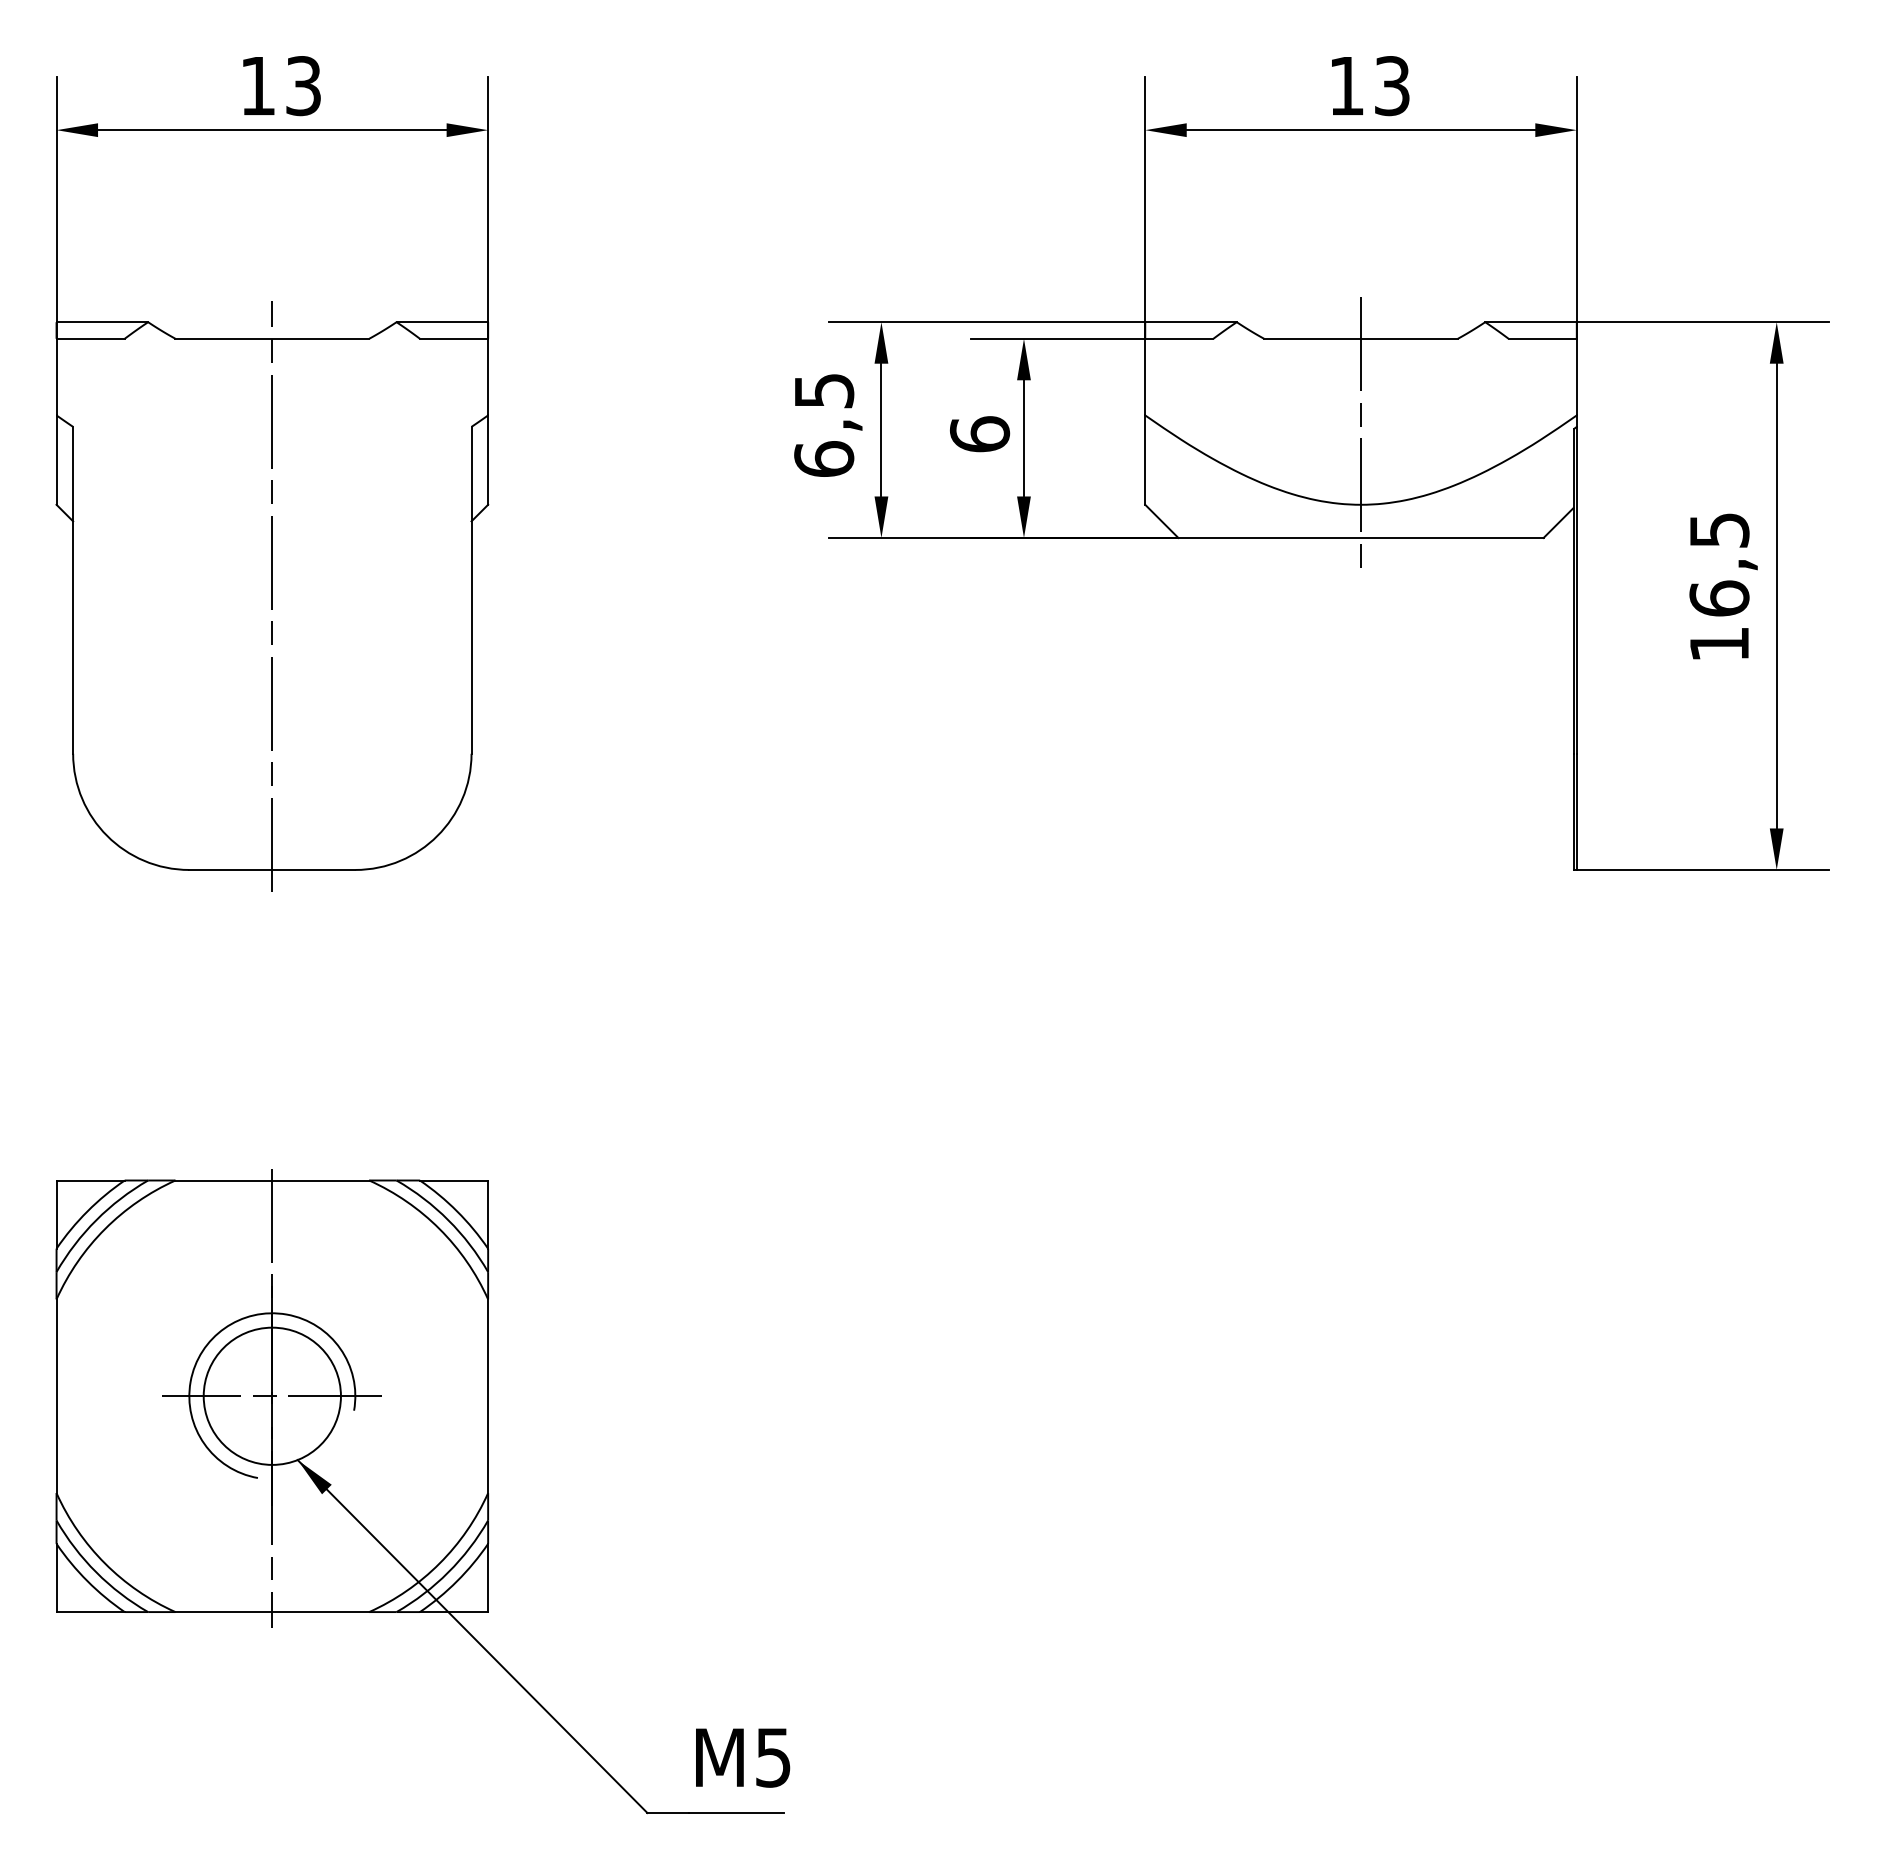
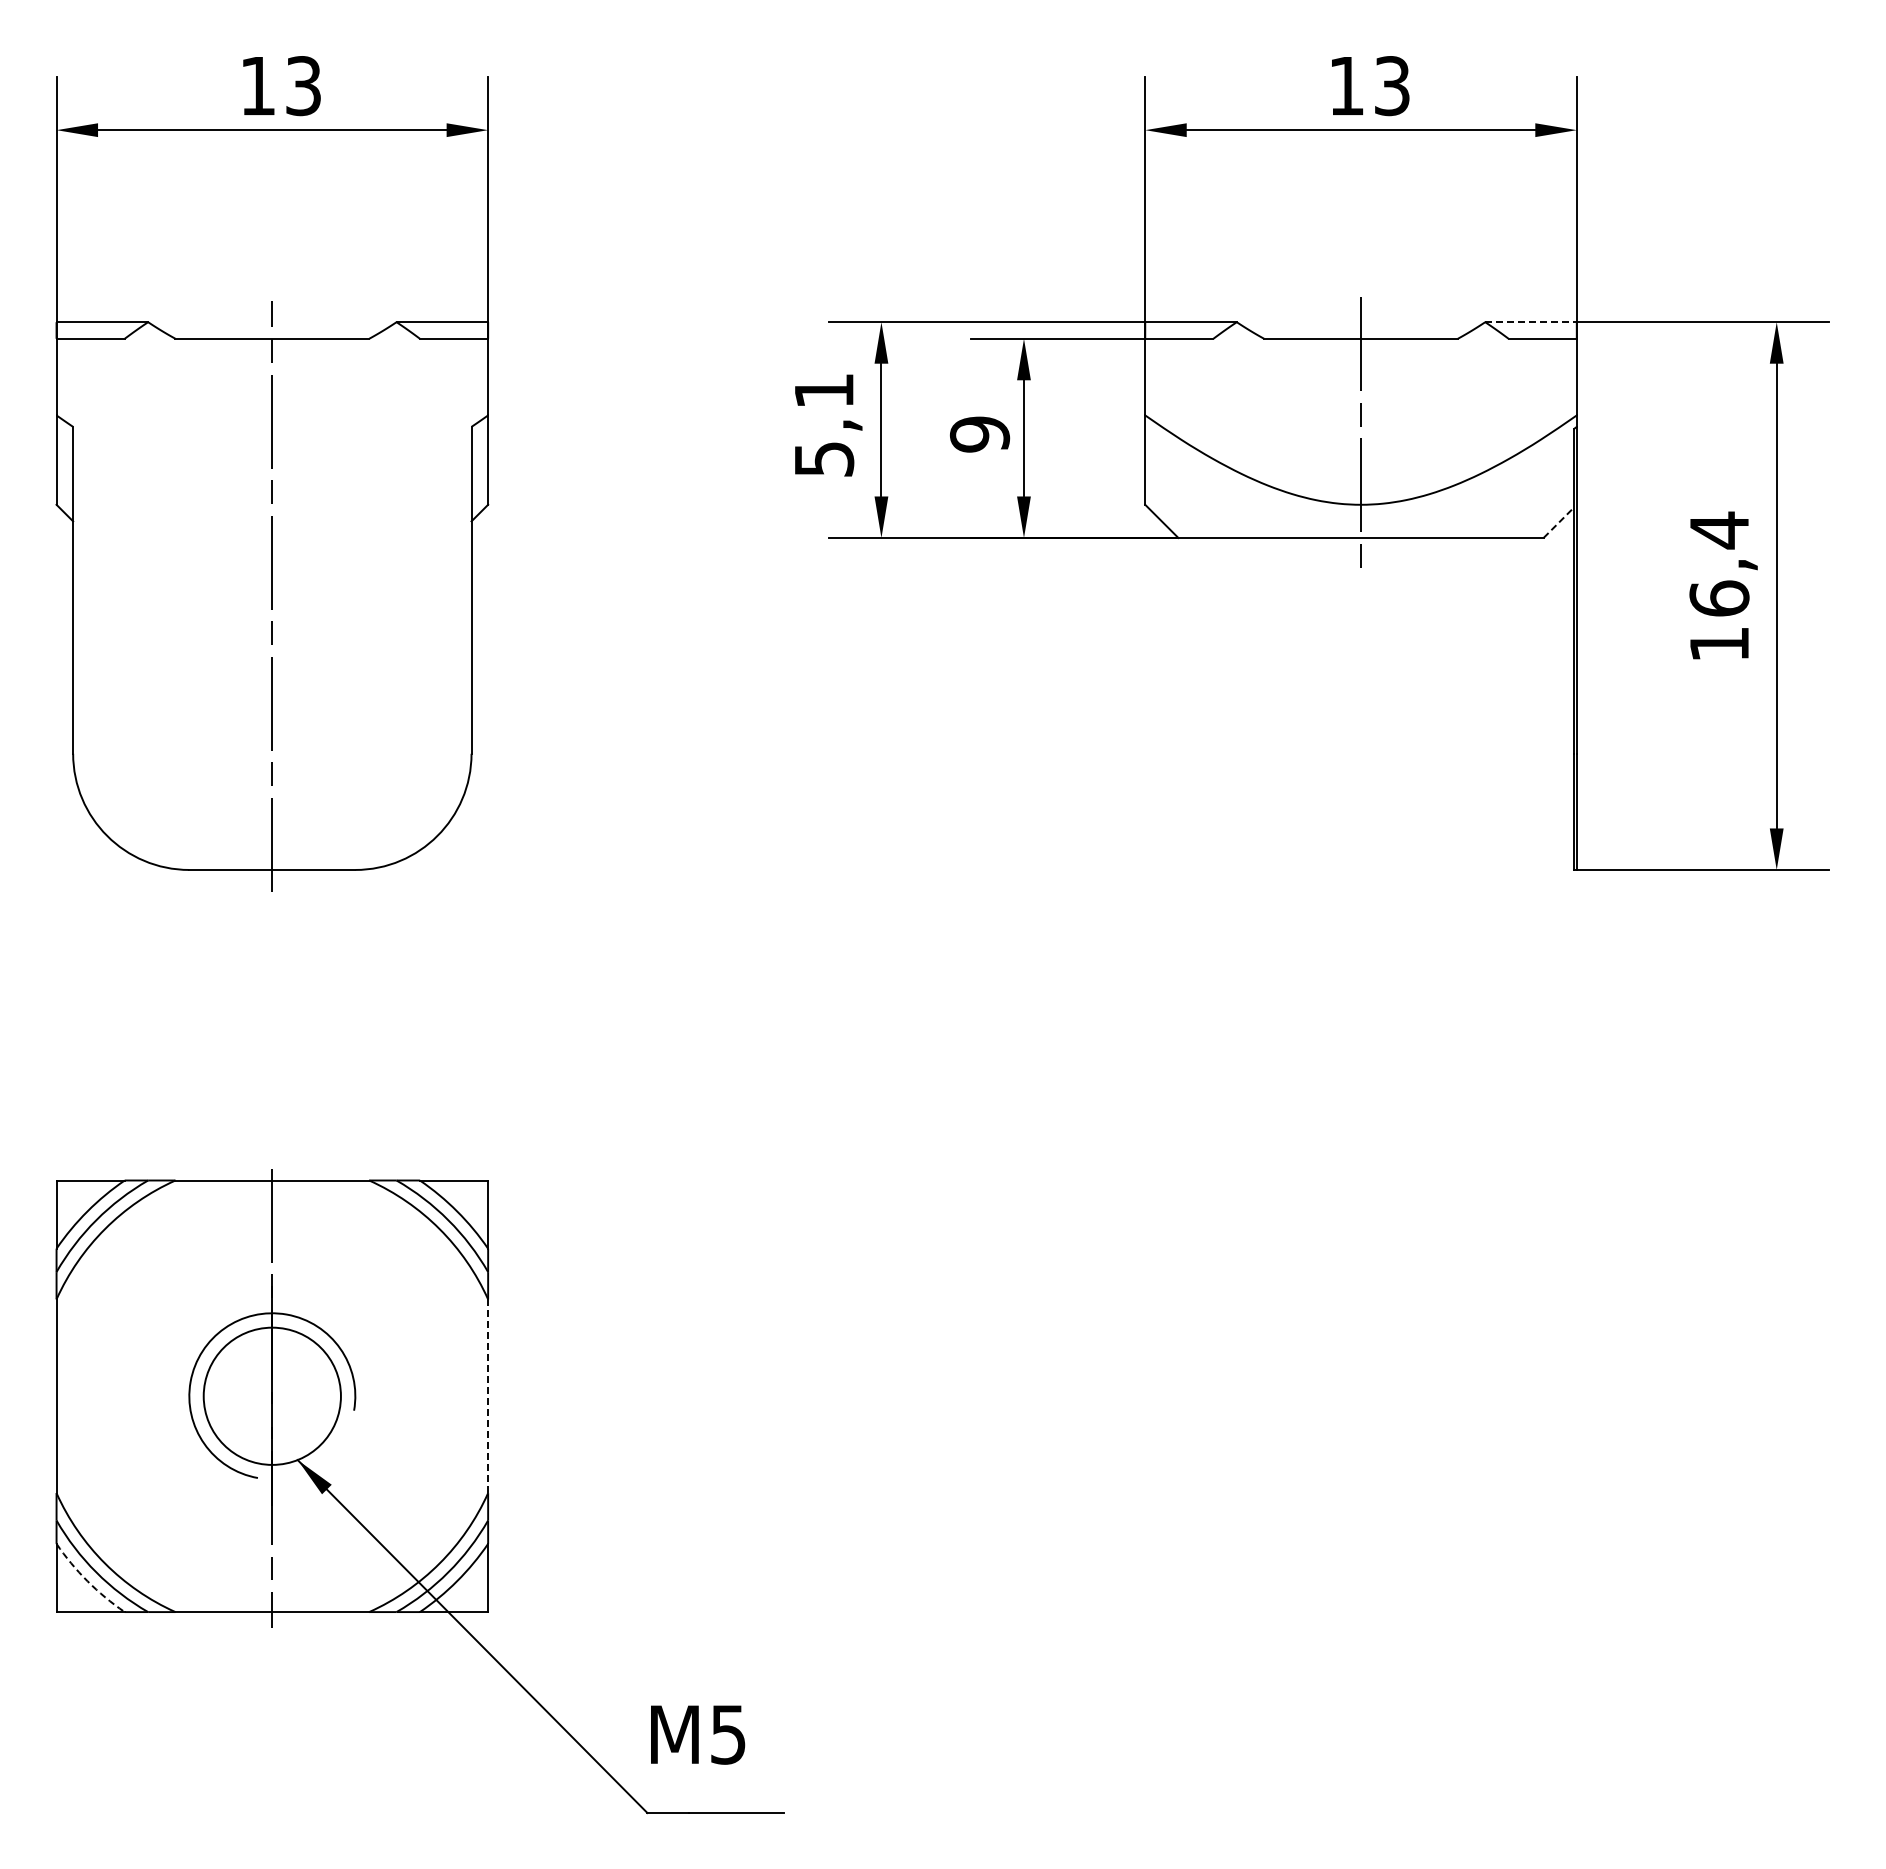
line at (1531, 322): solid -> dashed
text at (824, 425): 6,5 -> 5,1
text at (979, 434): 6 -> 9
line at (1558, 522): solid -> dashed
text at (1719, 530): 16,5 -> 16,4
line at (272, 1396): present -> none
line at (488, 1396): solid -> dashed
arc at (87, 1581): solid -> dashed
text at (743, 1757) position: (743, 1757) -> (698, 1734)
